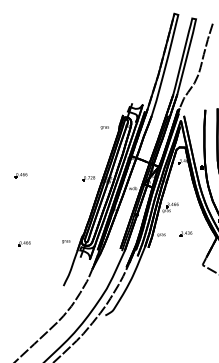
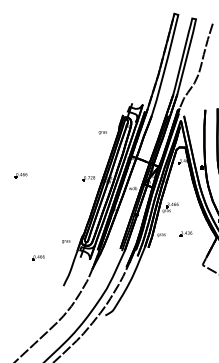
text at (104, 127) position: (104, 127) -> (102, 132)
part at (24, 243) position: (24, 243) -> (38, 257)
